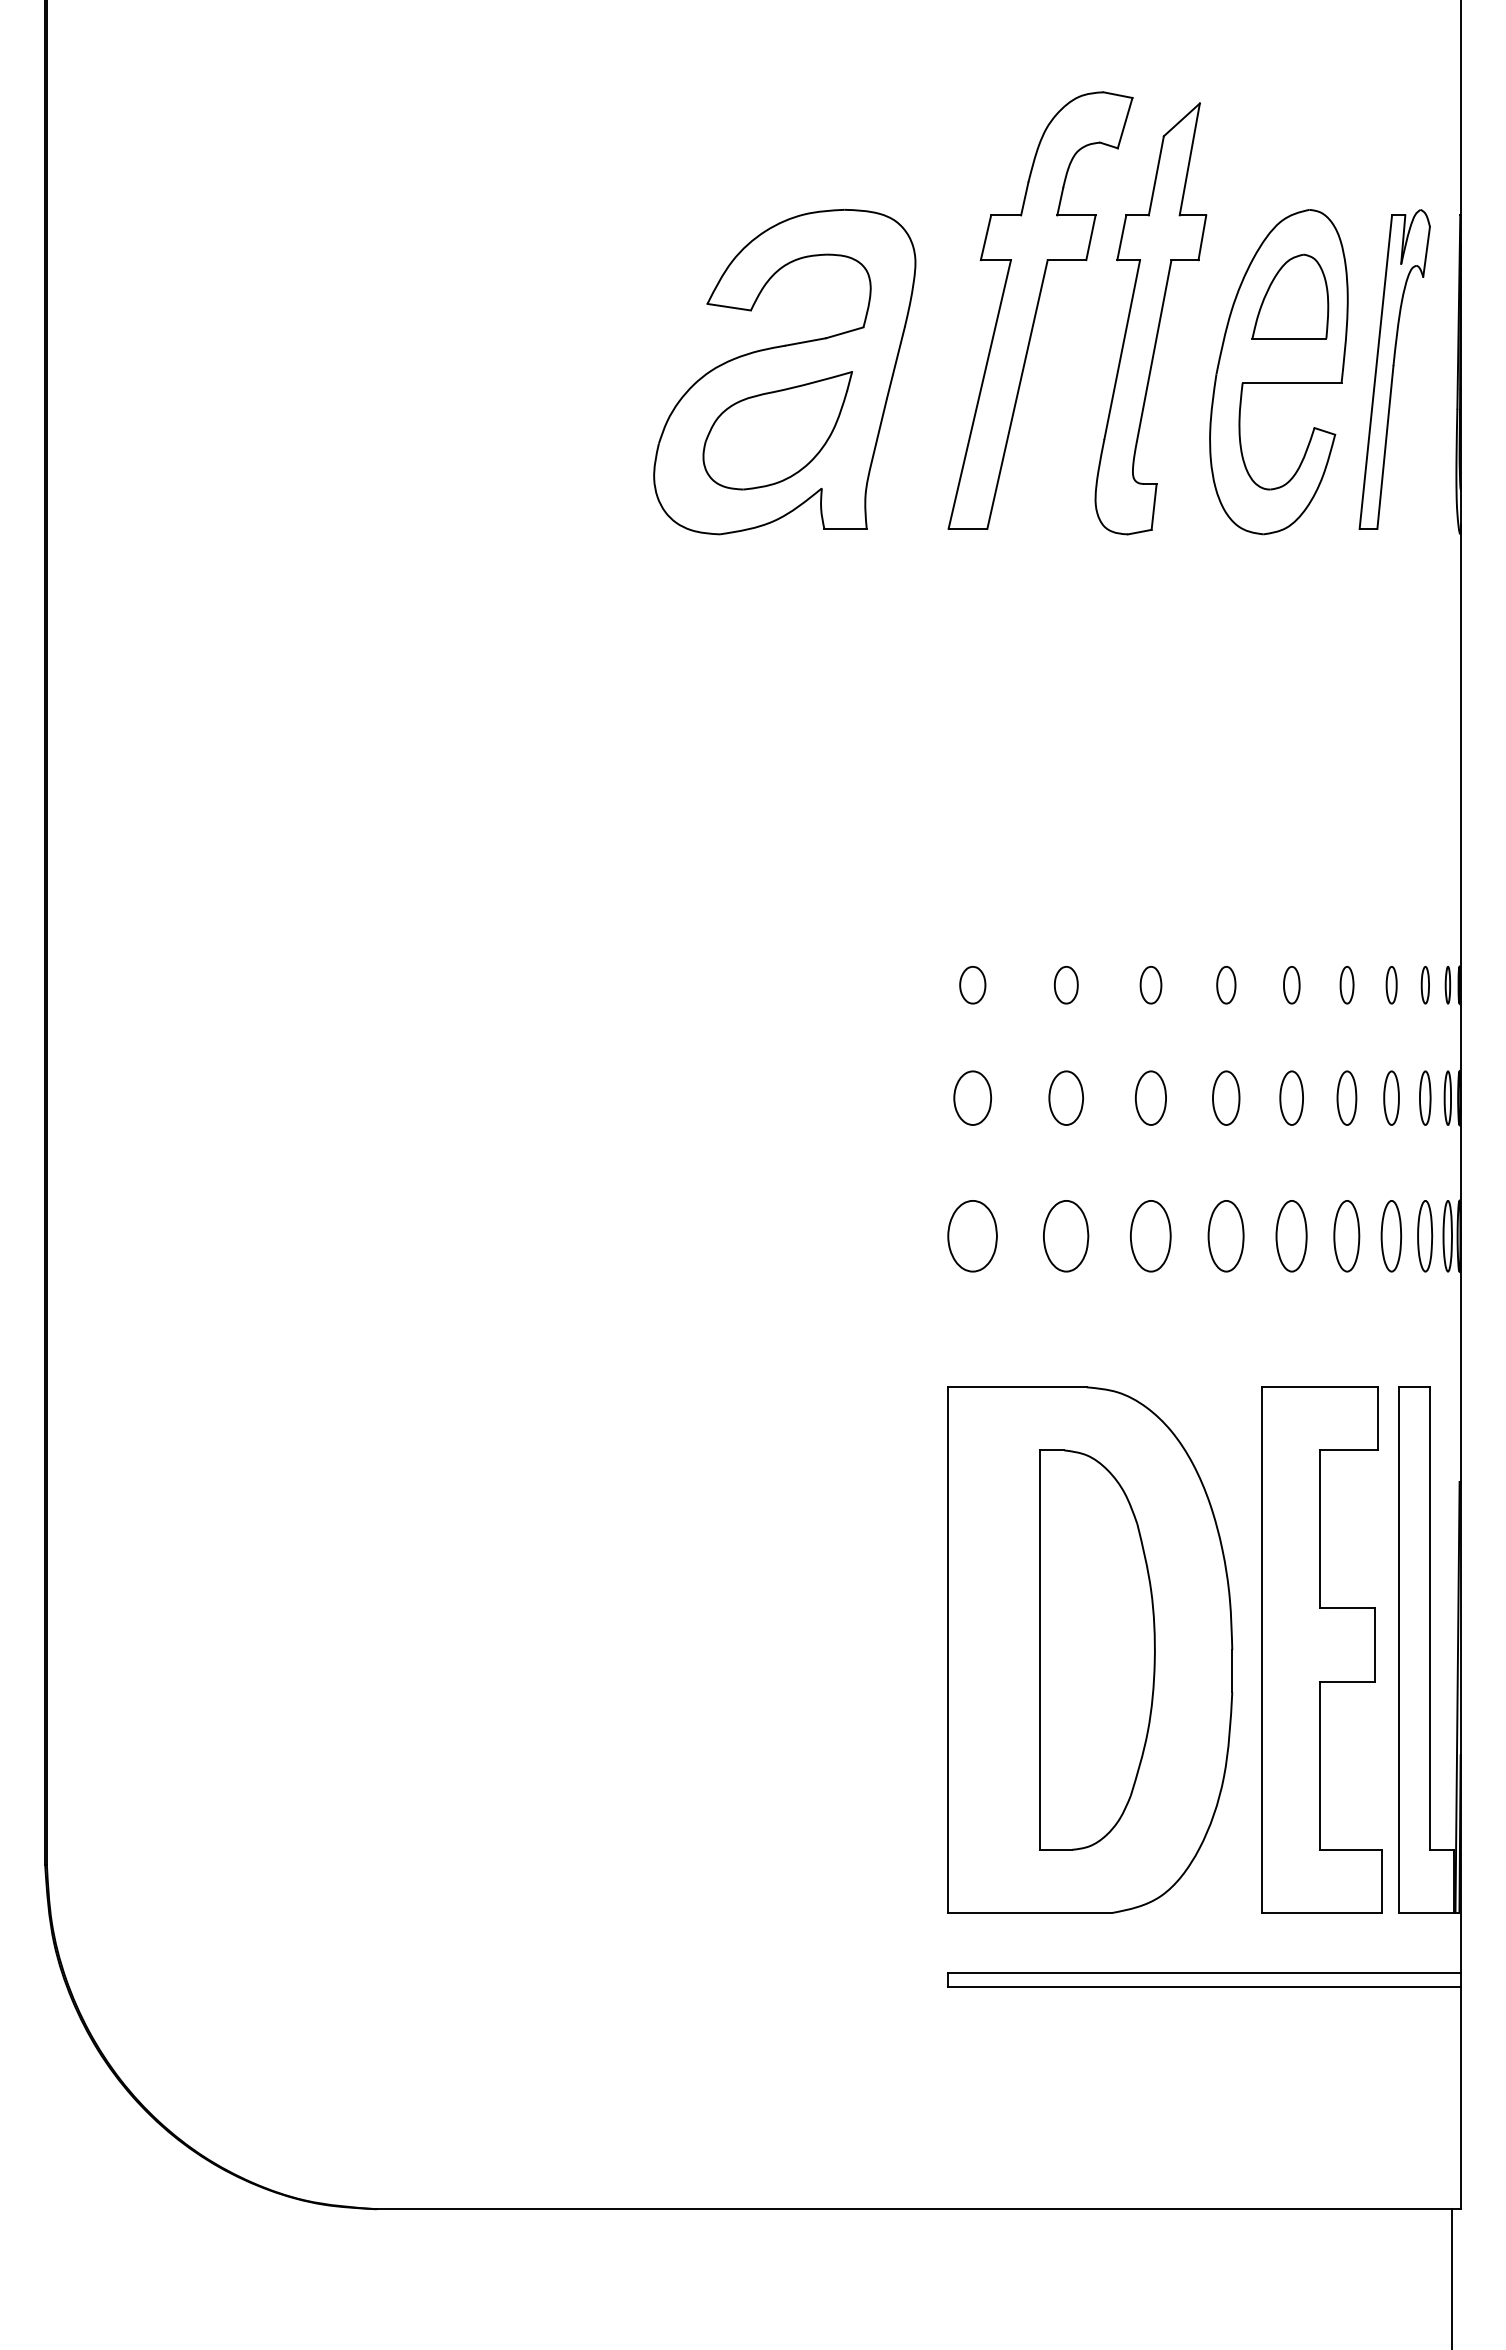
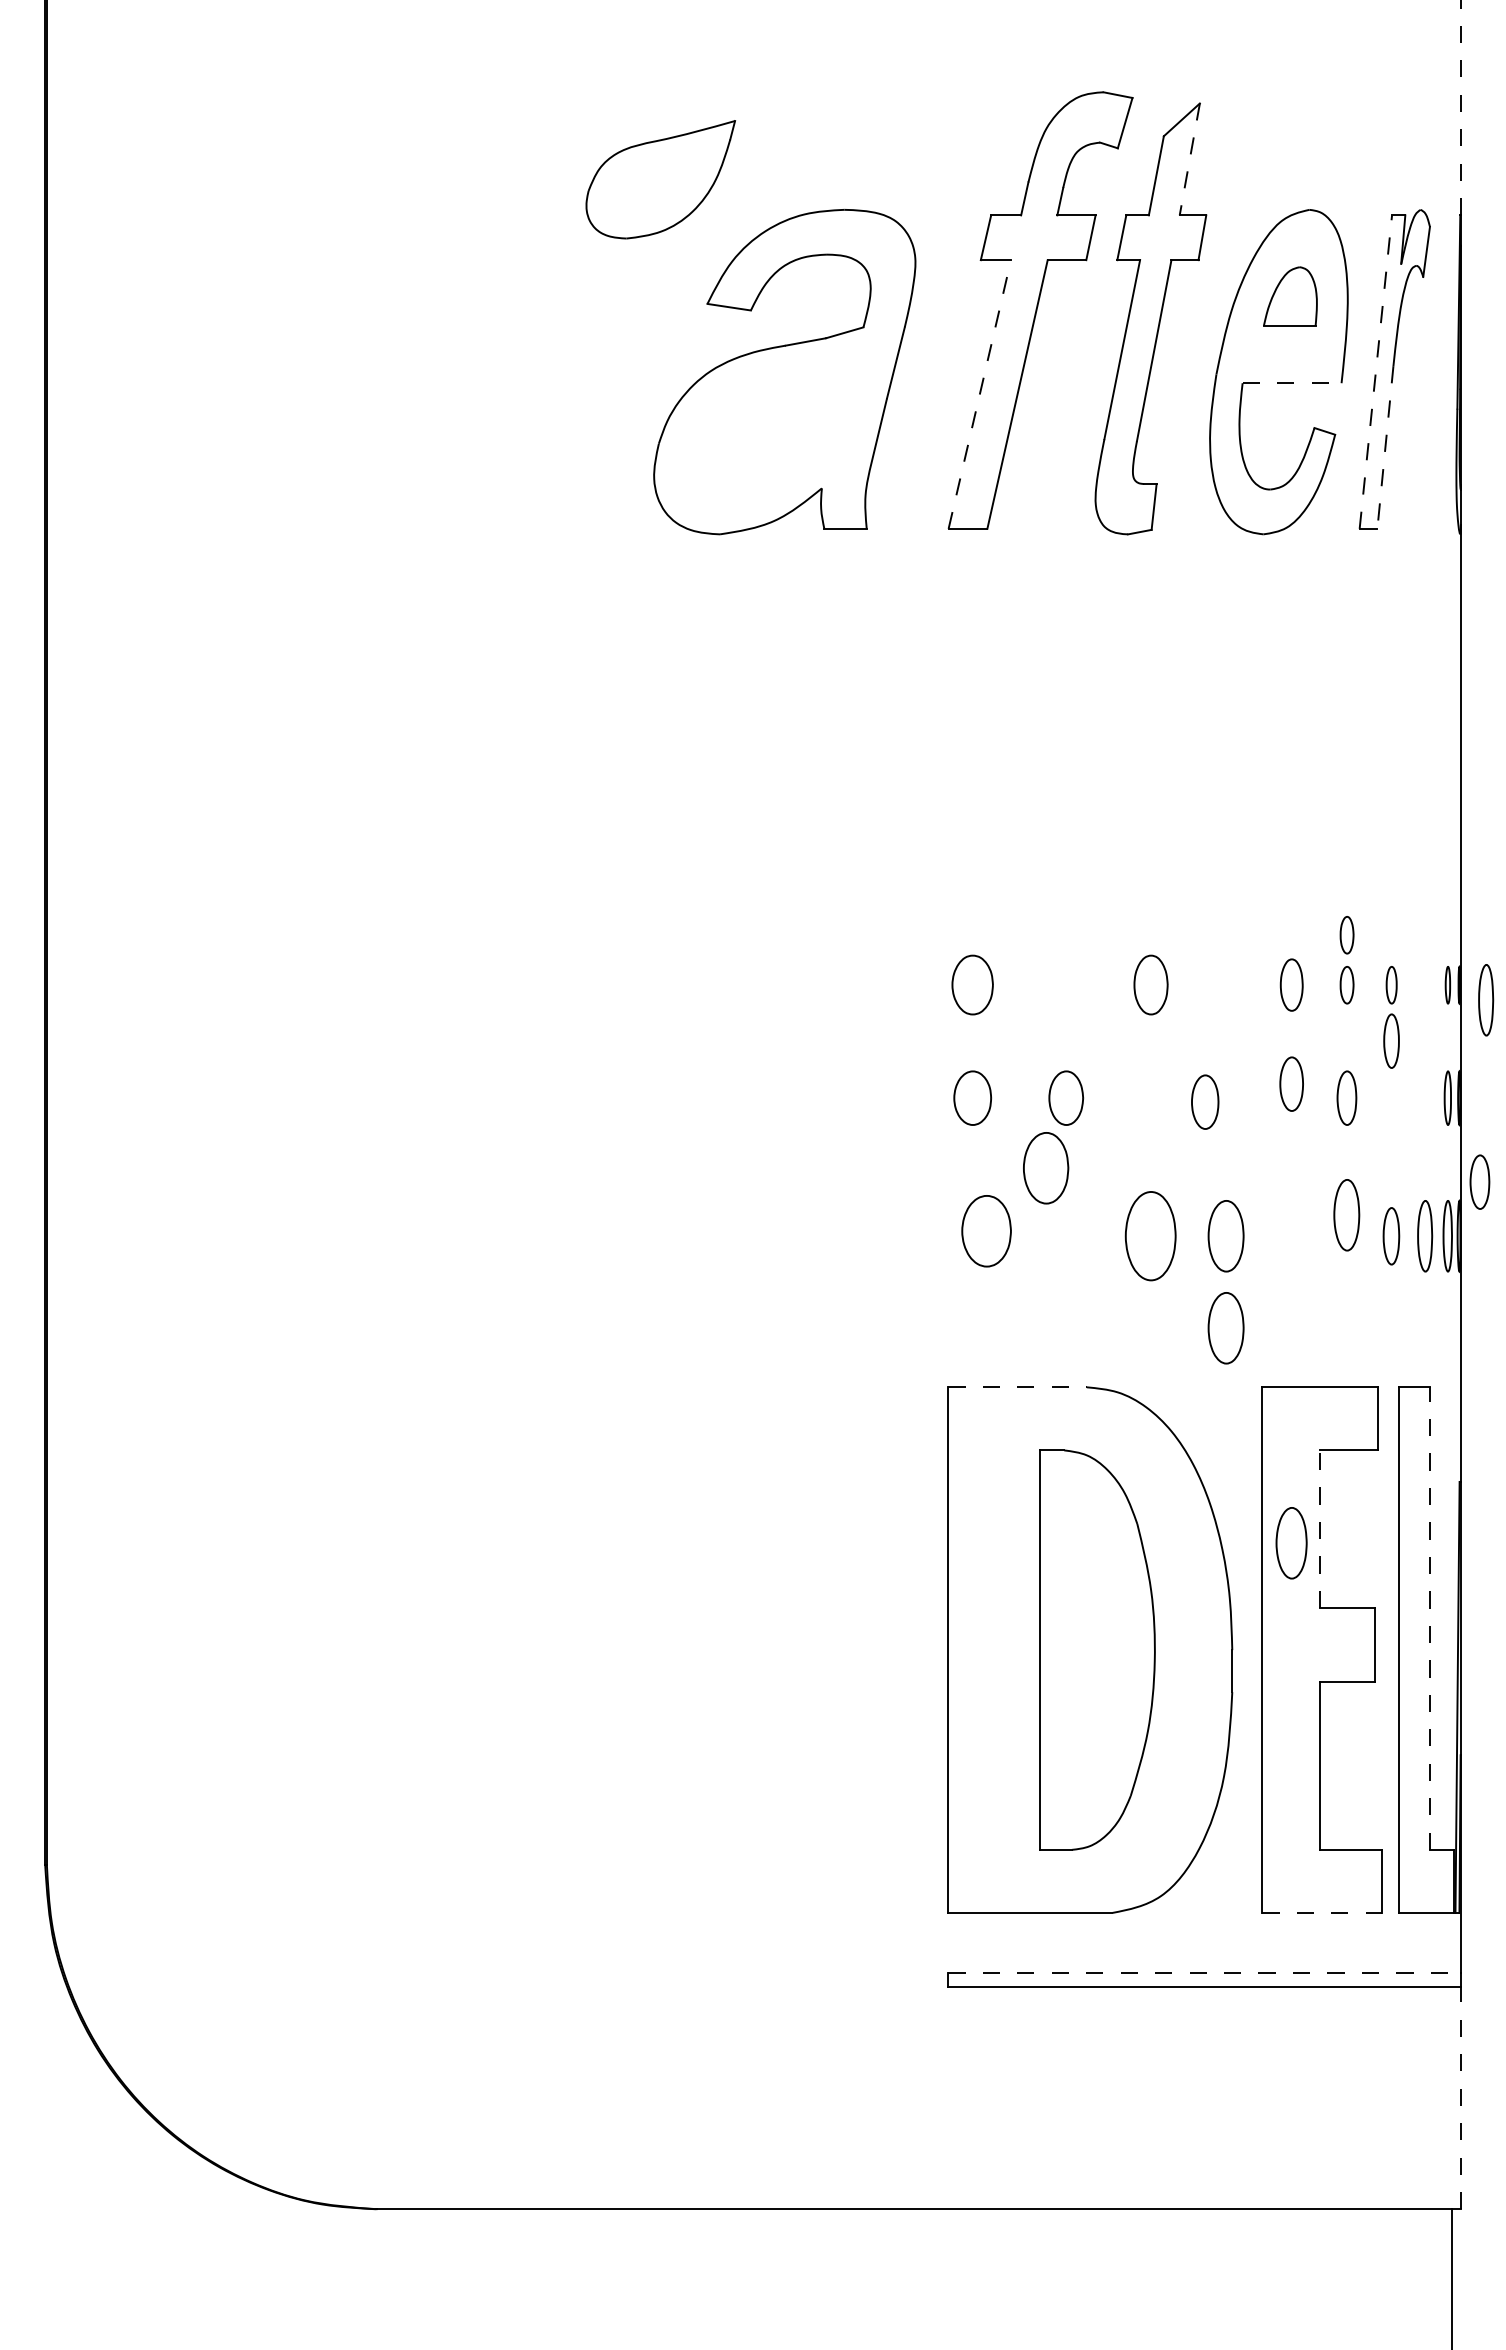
line at (1460, 107): solid -> dashed
line at (1189, 159): solid -> dashed
part at (1290, 296) size: 79x87 px -> 55x61 px
line at (1375, 372): solid -> dashed
line at (1292, 383): solid -> dashed
line at (979, 394): solid -> dashed
part at (777, 430) position: (777, 430) -> (660, 179)
line at (1385, 447): solid -> dashed
part at (1346, 935): none -> present
part at (972, 985) size: 28x39 px -> 43x62 px
part at (1066, 985): present -> none
part at (1150, 985) size: 24x39 px -> 36x62 px
part at (1226, 985): present -> none
part at (1291, 985) size: 18x39 px -> 25x54 px
part at (1424, 985): present -> none
part at (1486, 1000): none -> present
part at (1150, 1097): present -> none
part at (1226, 1097) position: (1226, 1097) -> (1205, 1101)
part at (1291, 1097) position: (1291, 1097) -> (1291, 1083)
part at (1391, 1097) position: (1391, 1097) -> (1391, 1040)
part at (1425, 1097): present -> none
part at (1479, 1181): none -> present
part at (972, 1236) position: (972, 1236) -> (986, 1231)
part at (1066, 1236) position: (1066, 1236) -> (1046, 1168)
part at (1150, 1236) size: 42x73 px -> 53x91 px
part at (1291, 1236) position: (1291, 1236) -> (1291, 1543)
part at (1346, 1236) position: (1346, 1236) -> (1346, 1215)
part at (1391, 1236) size: 23x73 px -> 19x59 px
part at (1225, 1328): none -> present
line at (1018, 1387): solid -> dashed
line at (1320, 1529): solid -> dashed
line at (1429, 1618): solid -> dashed
line at (1322, 1912): solid -> dashed
line at (1205, 1972): solid -> dashed
line at (1460, 2097): solid -> dashed
